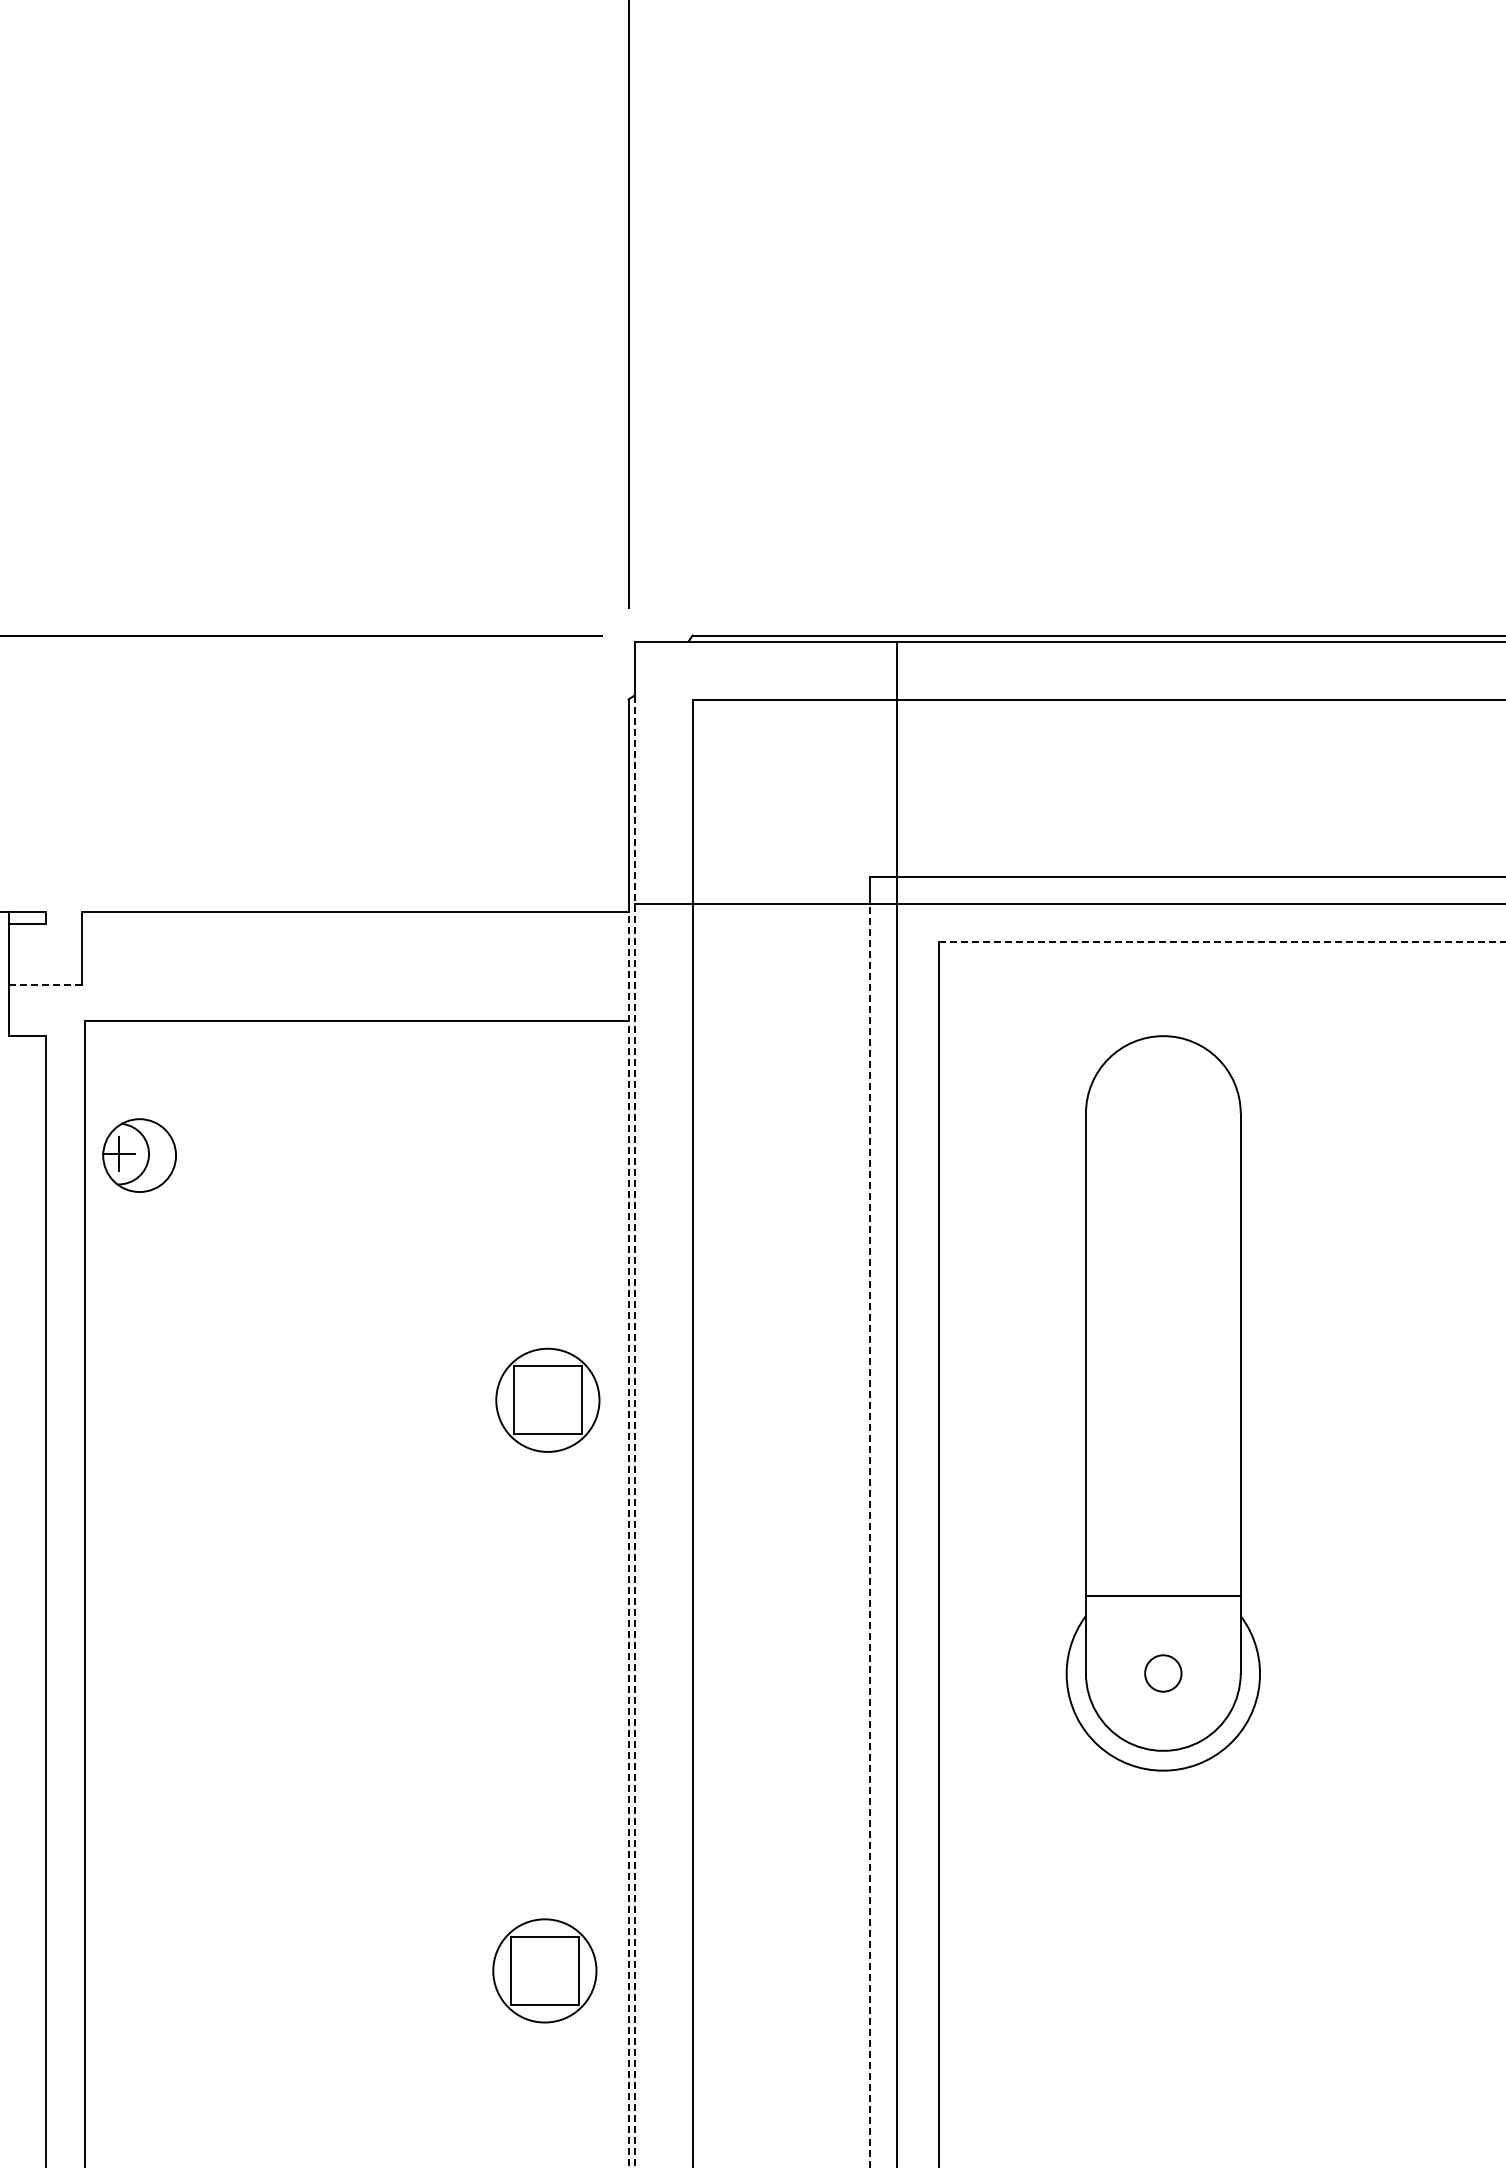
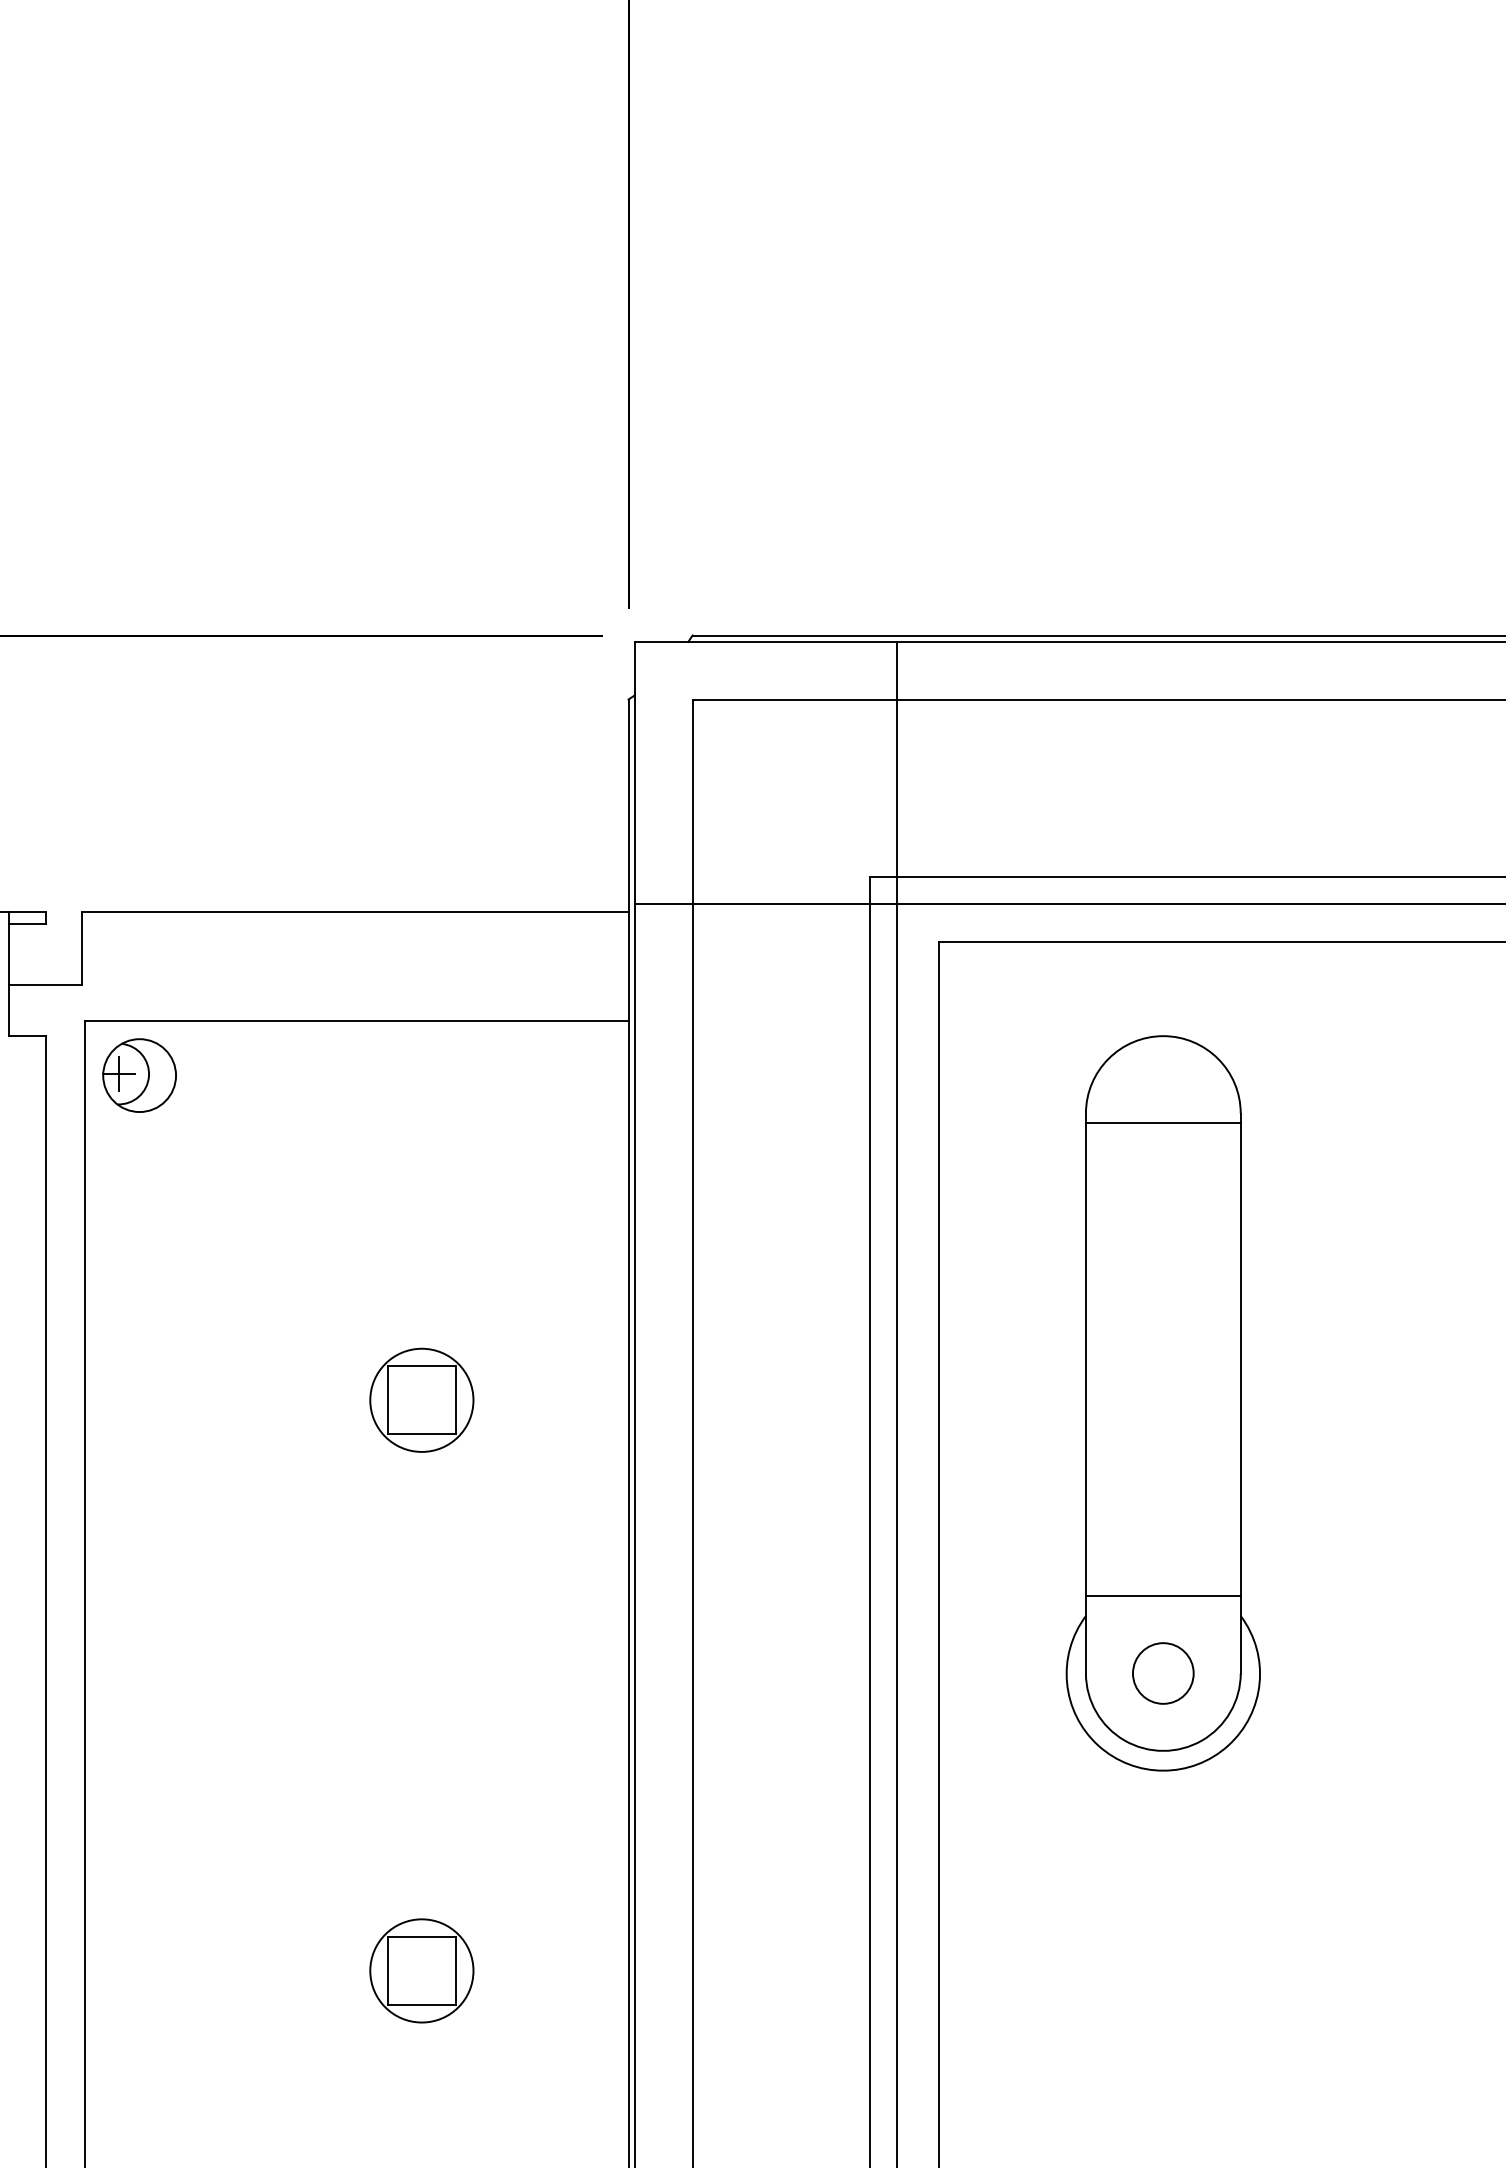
line at (1222, 942): dashed -> solid
line at (46, 984): dashed -> solid
line at (1162, 1123): none -> present
part at (139, 1155) position: (139, 1155) -> (139, 1075)
part at (547, 1399) position: (547, 1399) -> (421, 1399)
line at (634, 1431): dashed -> solid
line at (869, 1535): dashed -> solid
line at (628, 1539): dashed -> solid
circle at (1163, 1673) diameter: 36 px -> 61 px
part at (544, 1970) position: (544, 1970) -> (421, 1970)
